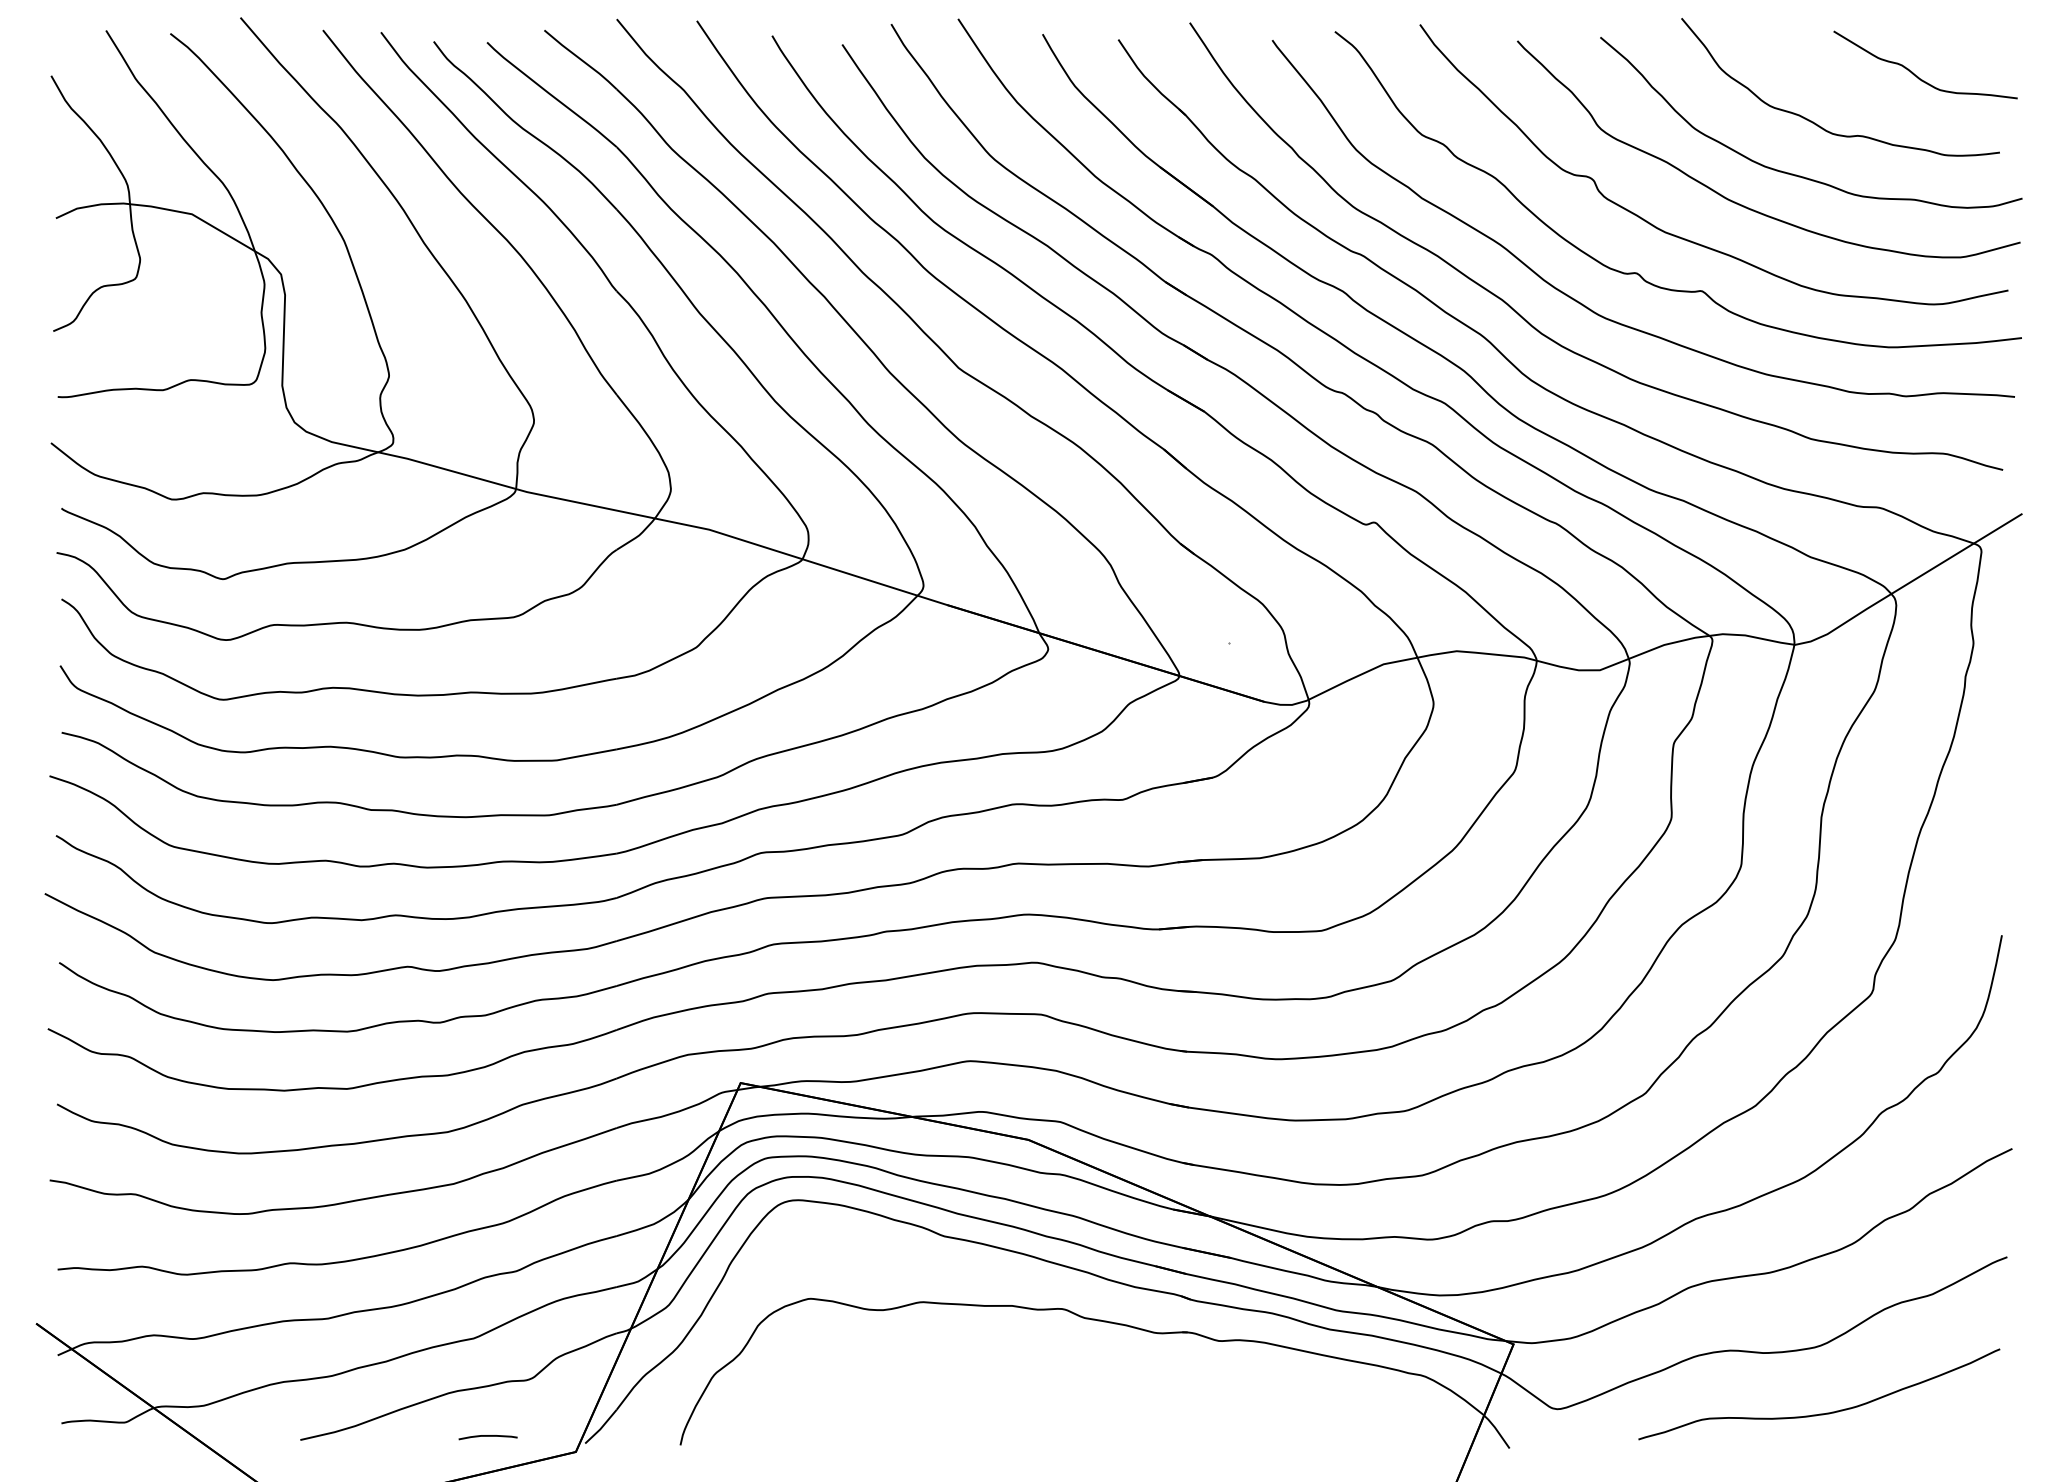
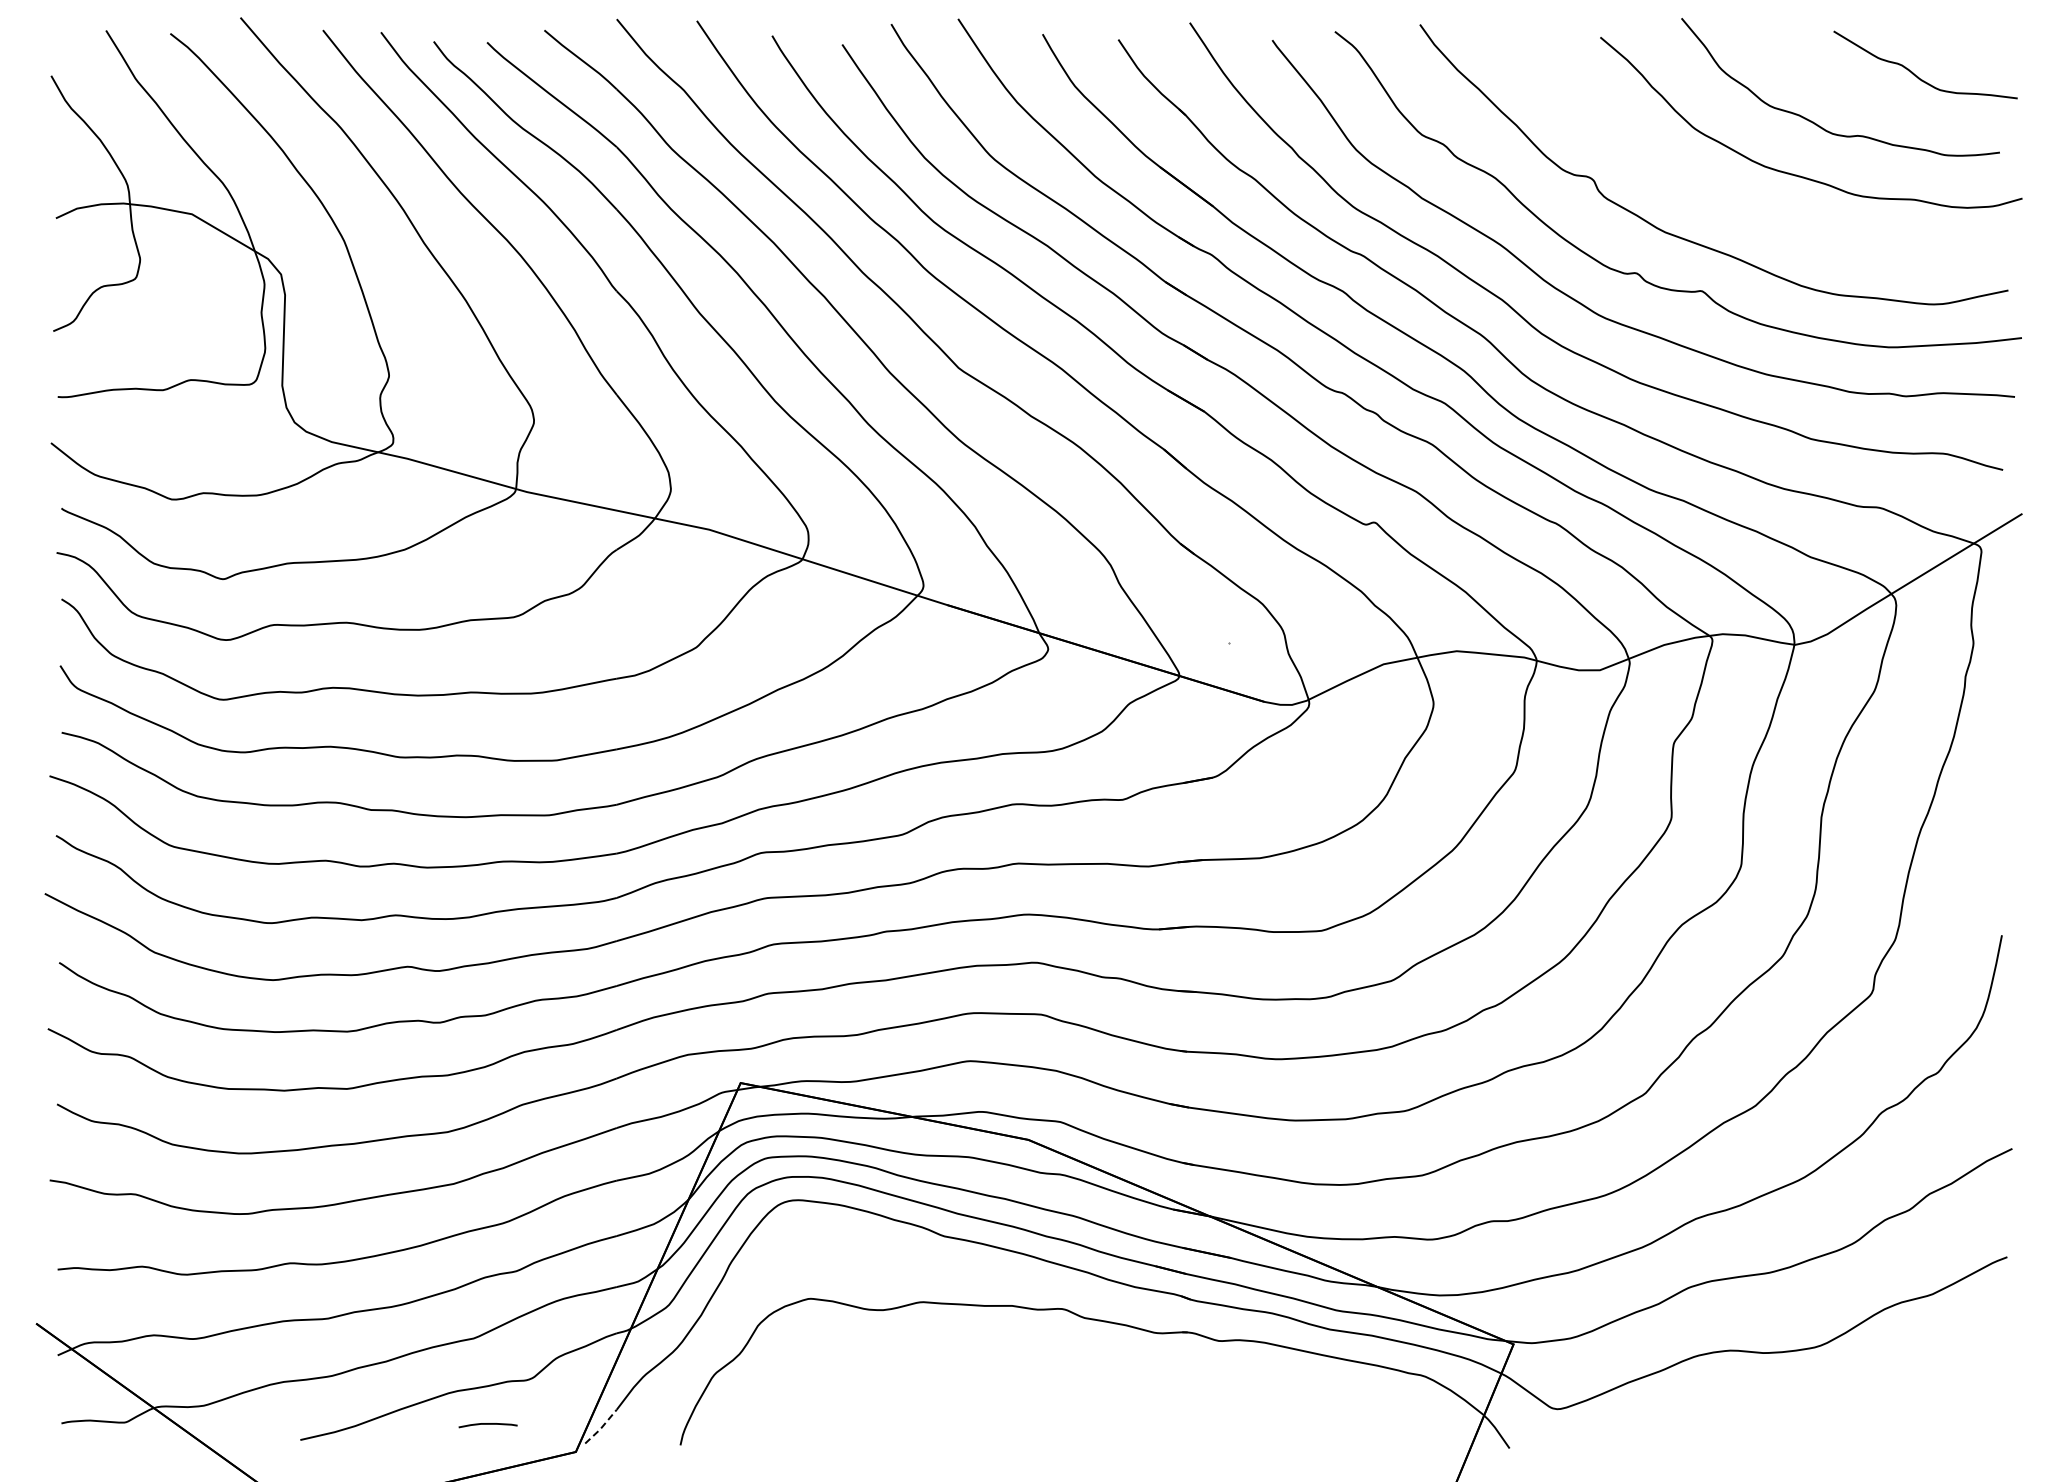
curve at (1742, 204): present -> none
curve at (1819, 1413): present -> none
line at (601, 1427): solid -> dashed
curve at (487, 1436) position: (487, 1436) -> (487, 1424)
